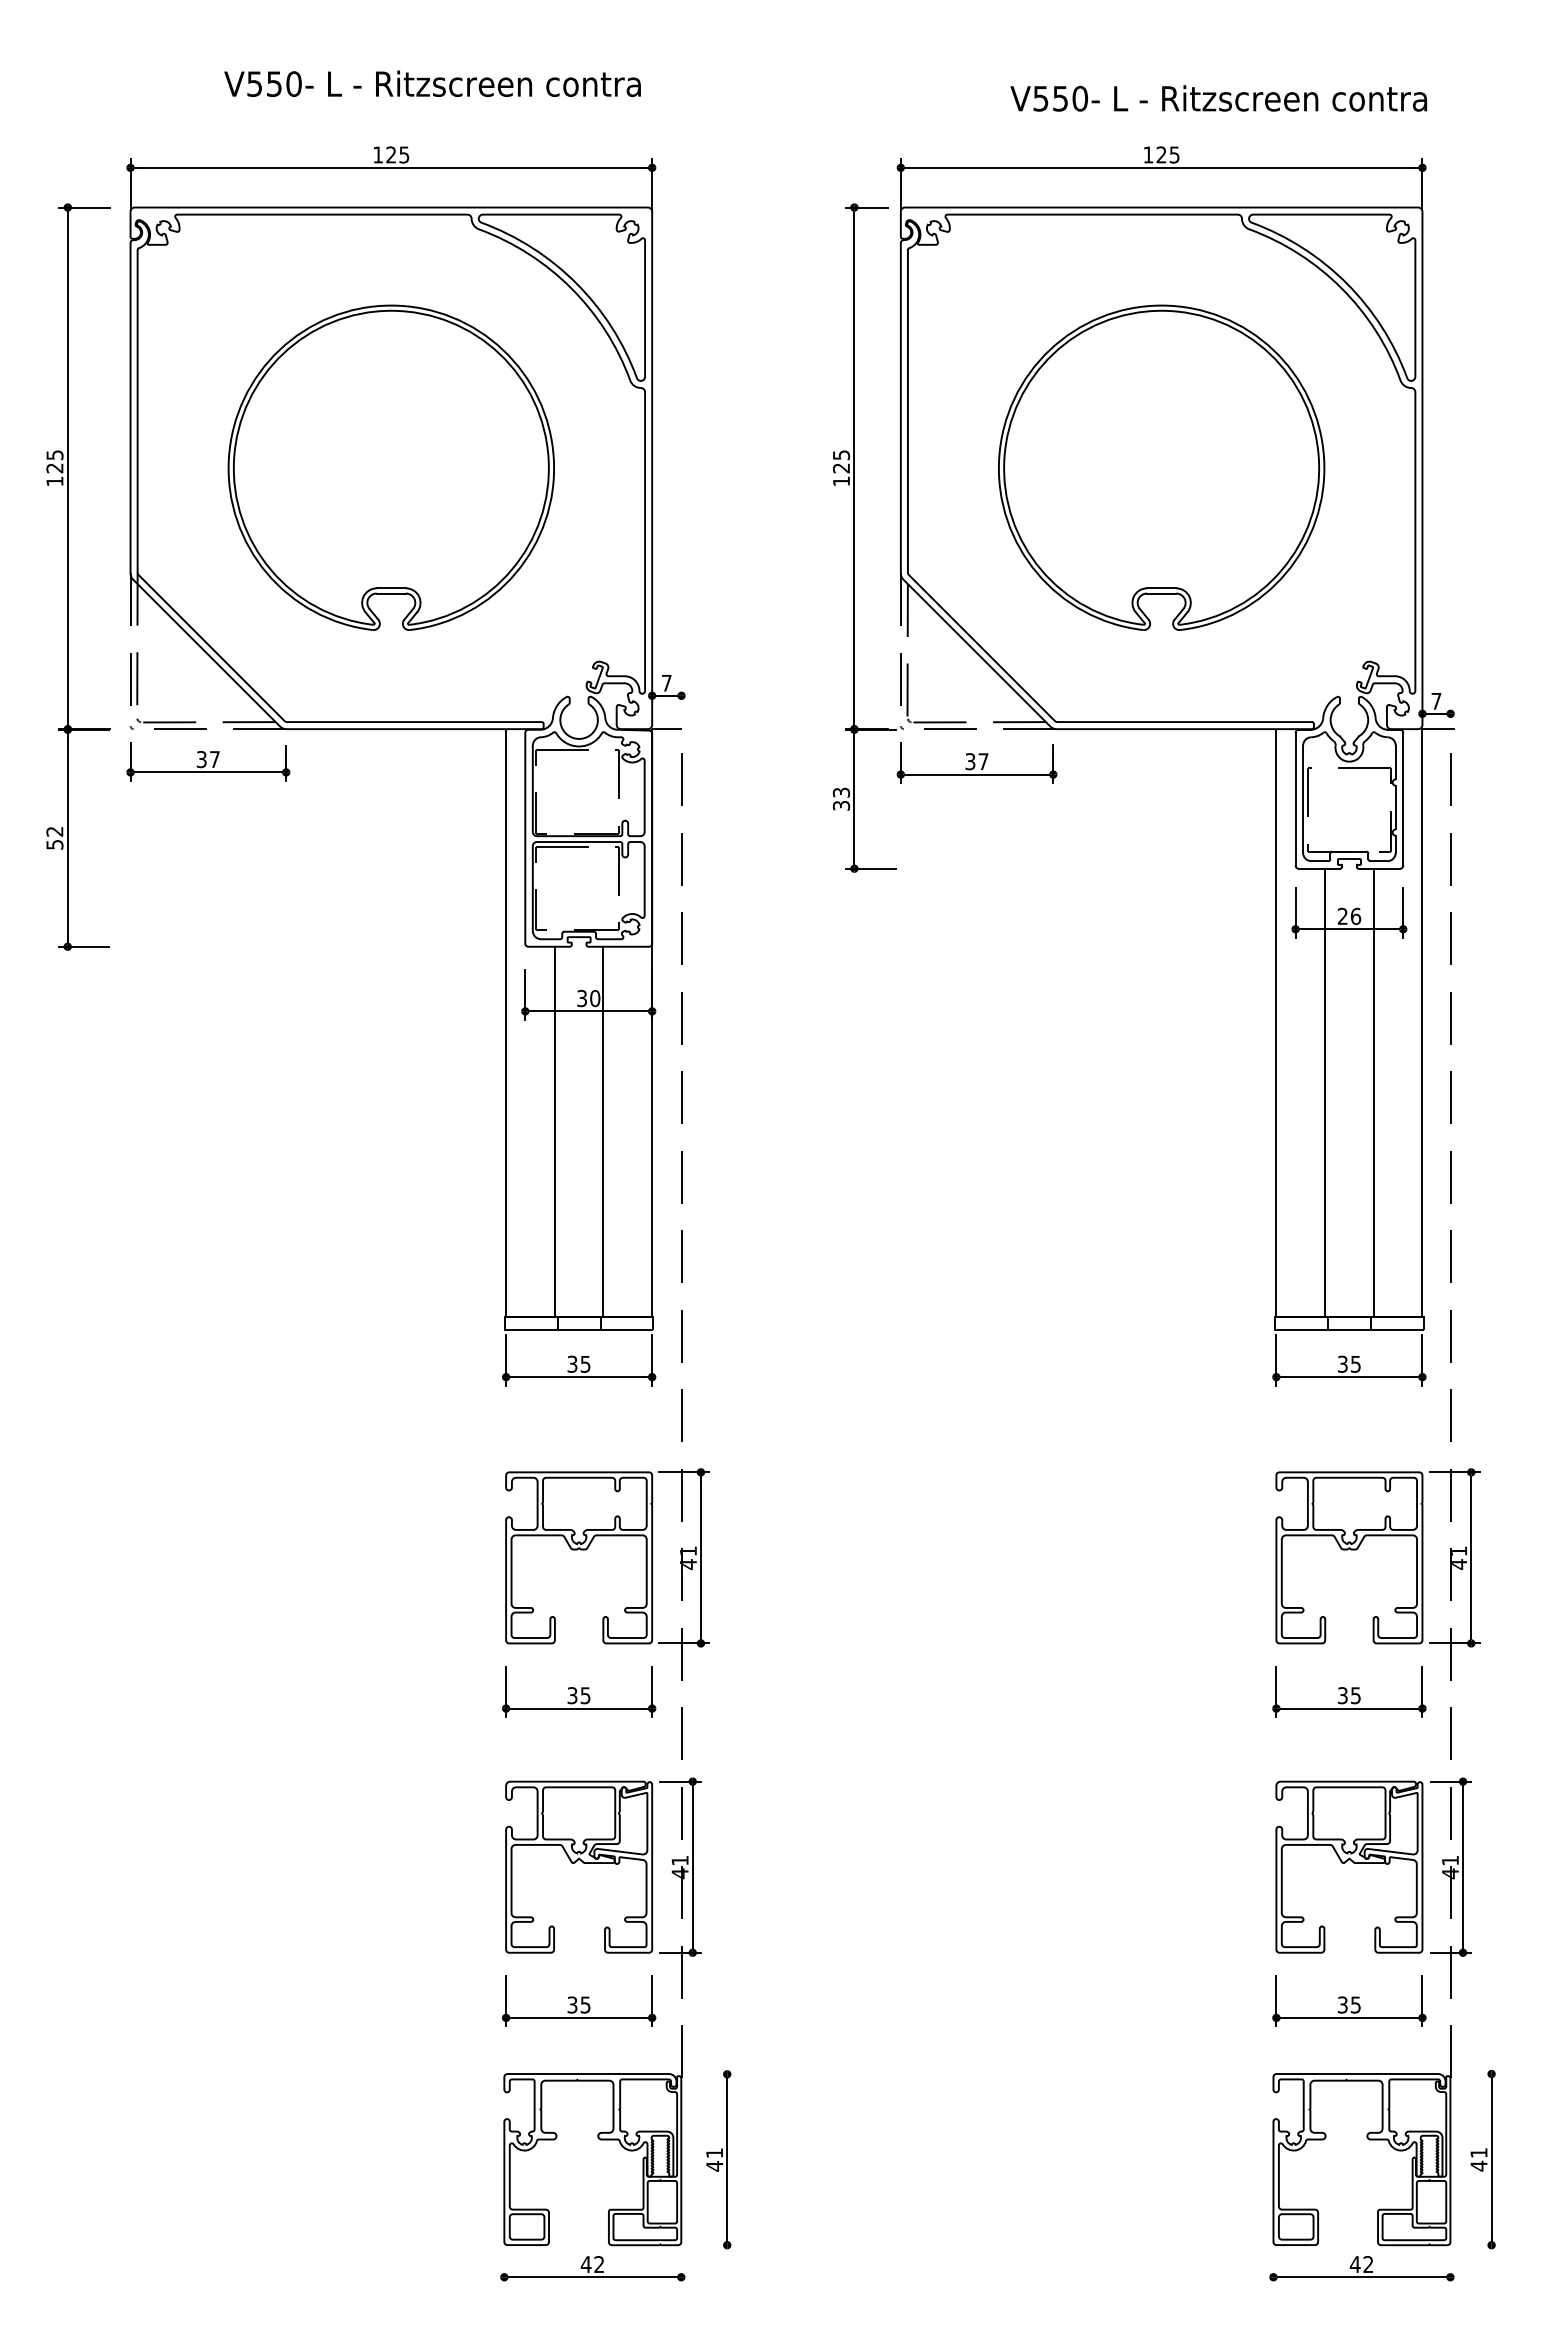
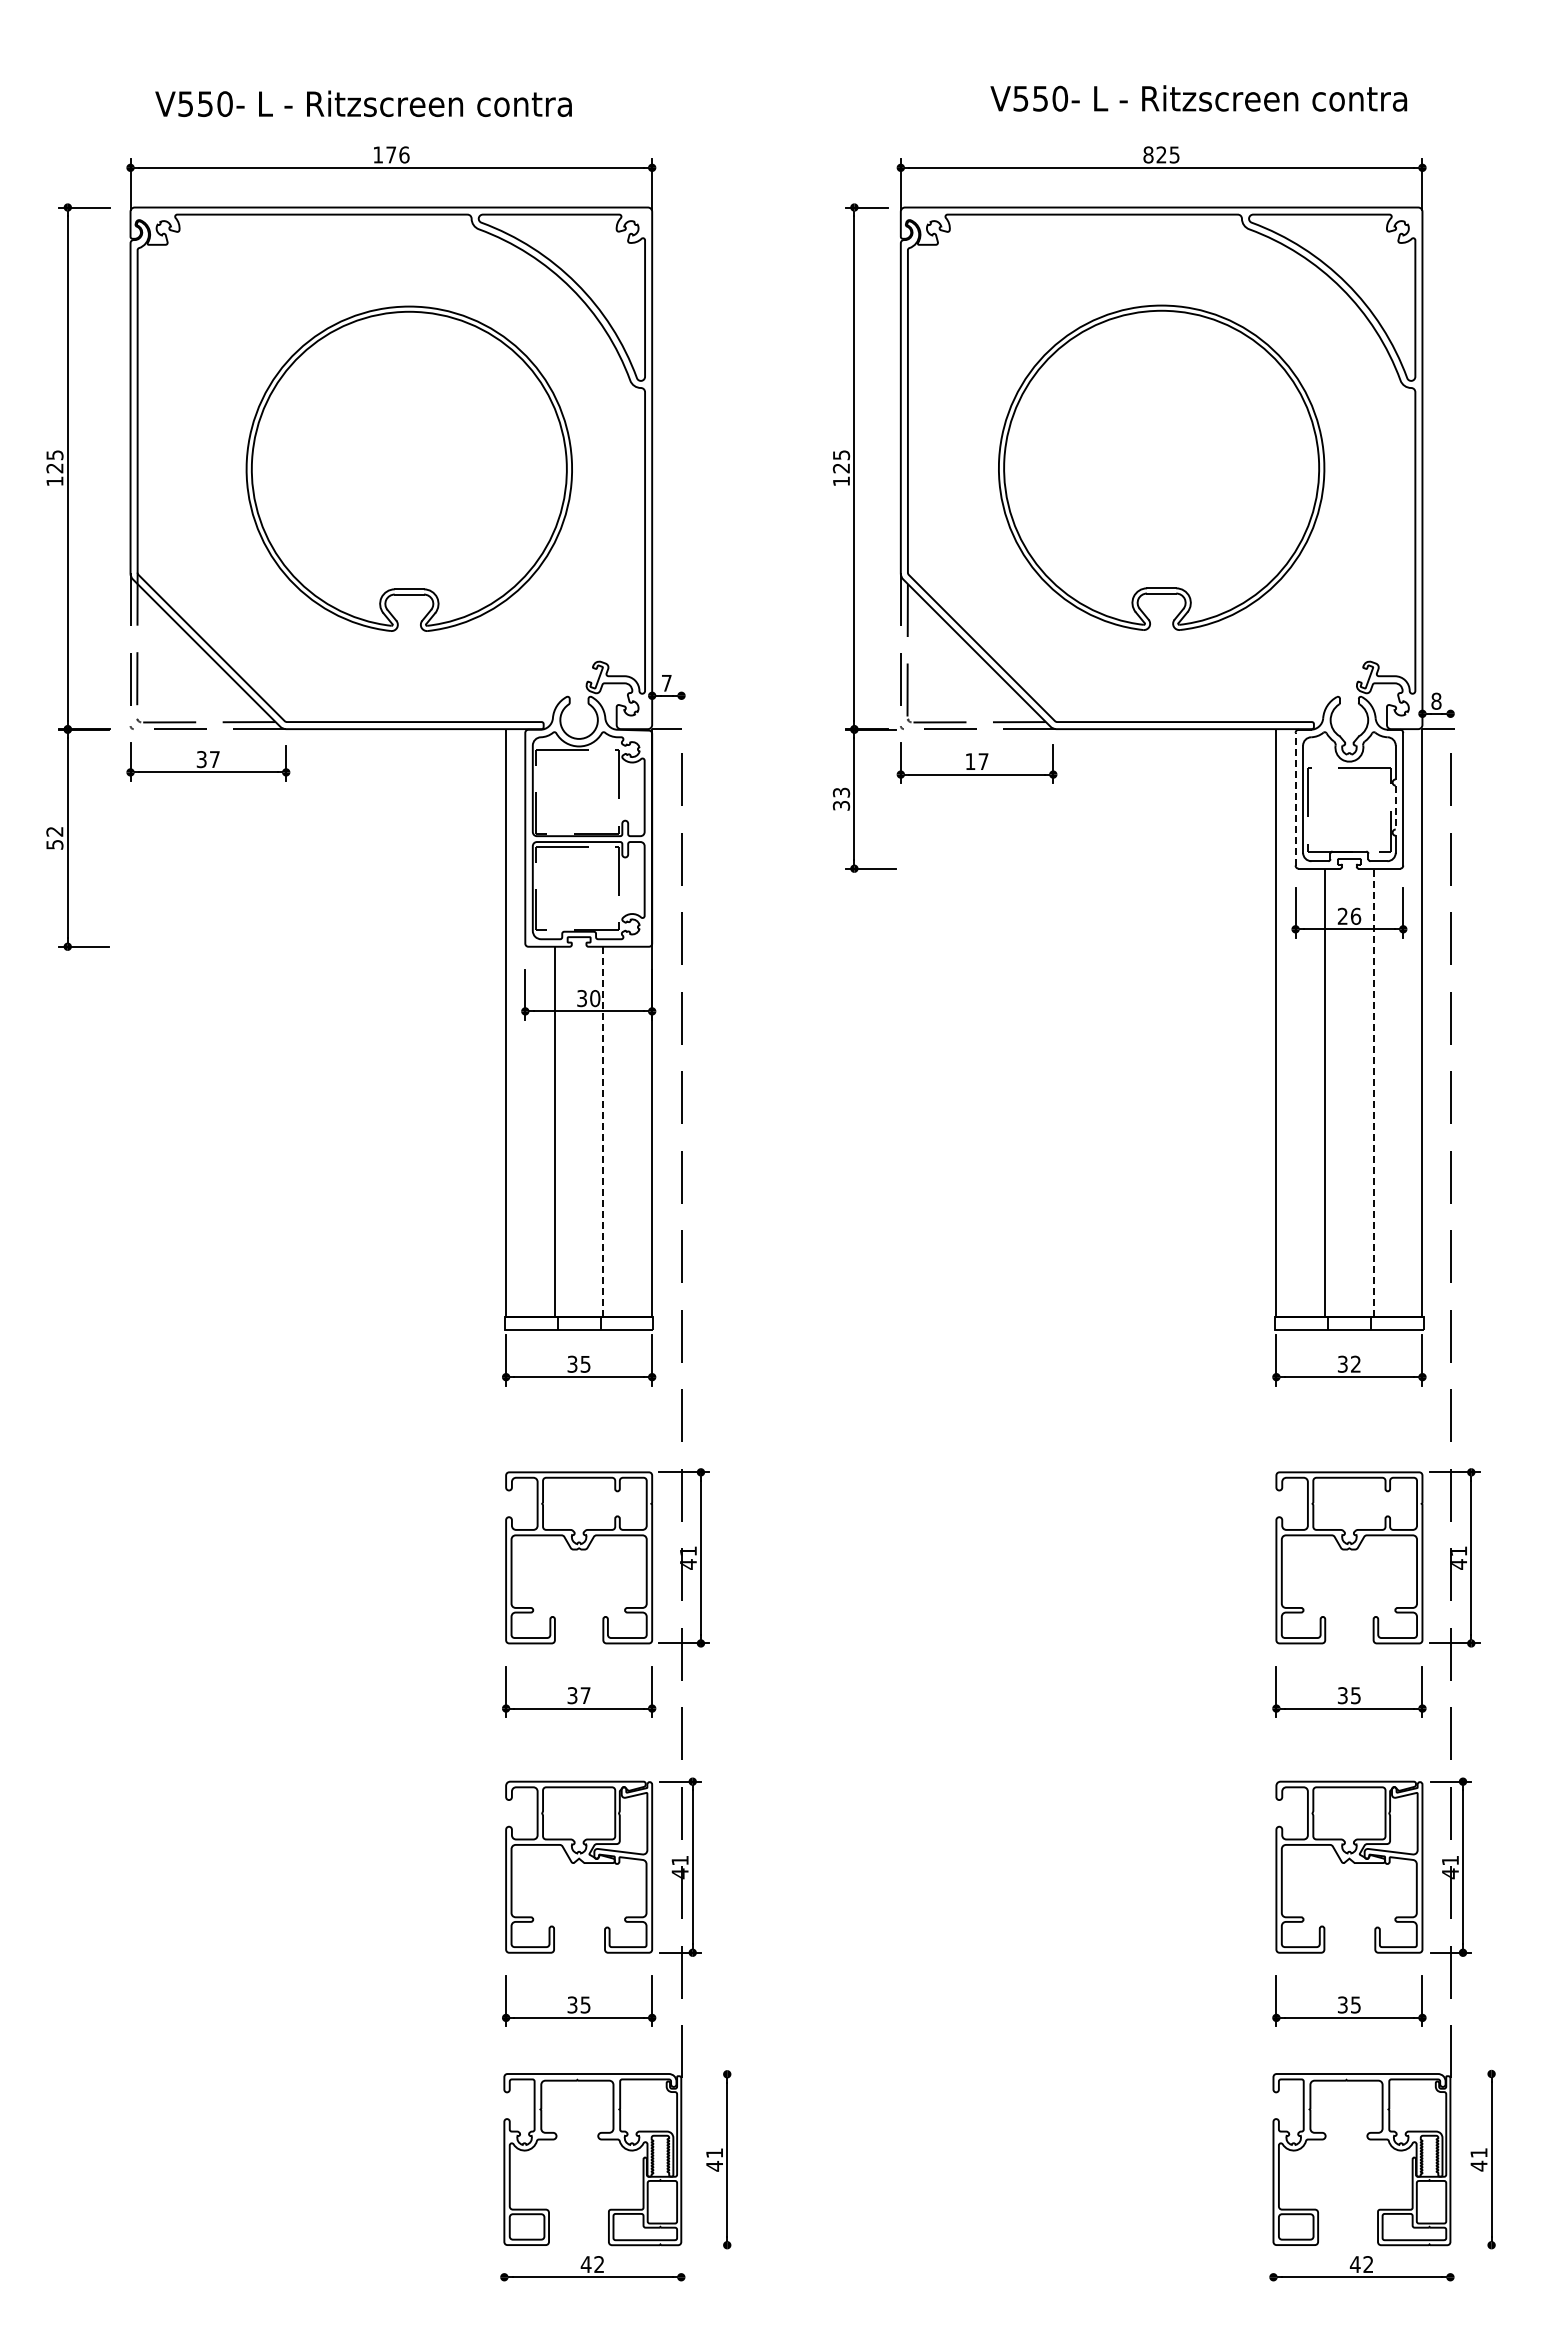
text at (432, 83) position: (432, 83) -> (363, 103)
text at (1218, 98) position: (1218, 98) -> (1198, 98)
text at (397, 154): 125 -> 176
text at (1148, 154): 125 -> 825
part at (390, 467) position: (390, 467) -> (408, 468)
text at (1436, 700): 7 -> 8
text at (970, 761): 37 -> 17
line at (1295, 798): solid -> dashed
line at (1395, 807): solid -> dashed
line at (1373, 1092): solid -> dashed
line at (603, 1131): solid -> dashed
text at (1355, 1363): 35 -> 32
text at (585, 1695): 35 -> 37
